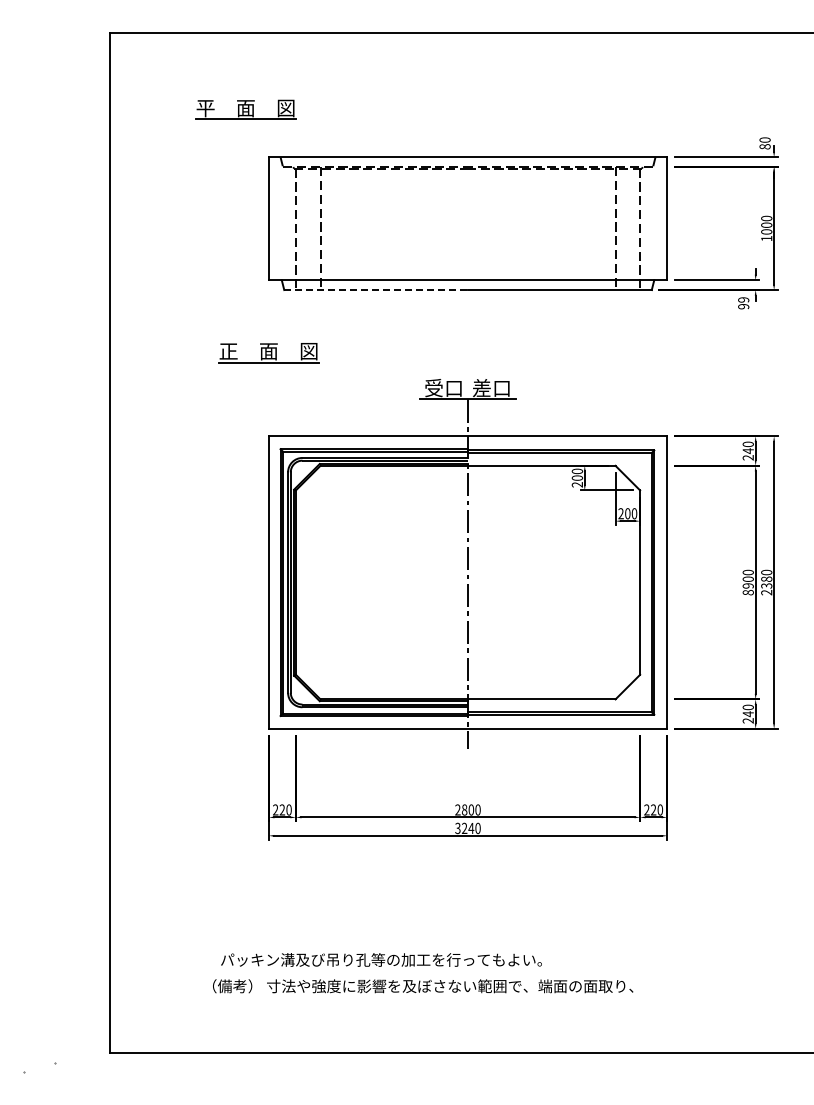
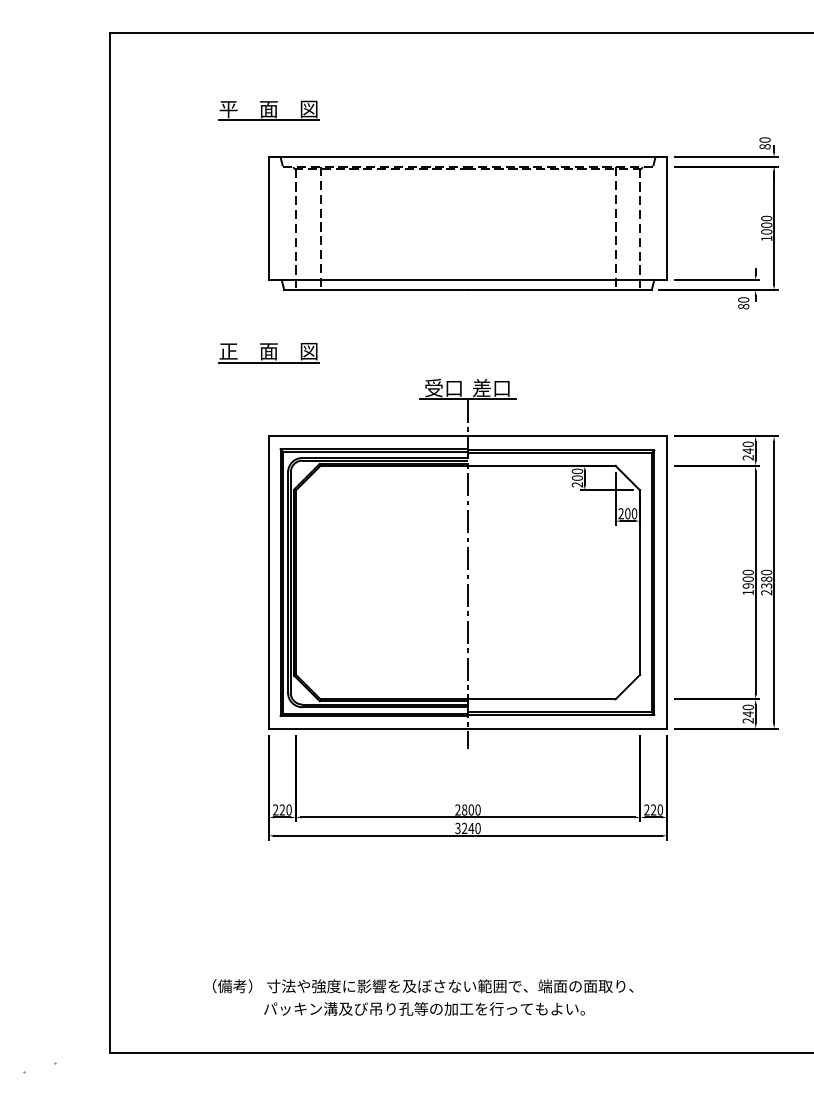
part at (245, 109) position: (245, 109) -> (268, 110)
line at (376, 290): dashed -> solid
text at (743, 303): 99 -> 80
text at (747, 592): 8900 -> 1900
text at (381, 959) position: (381, 959) -> (424, 1008)
